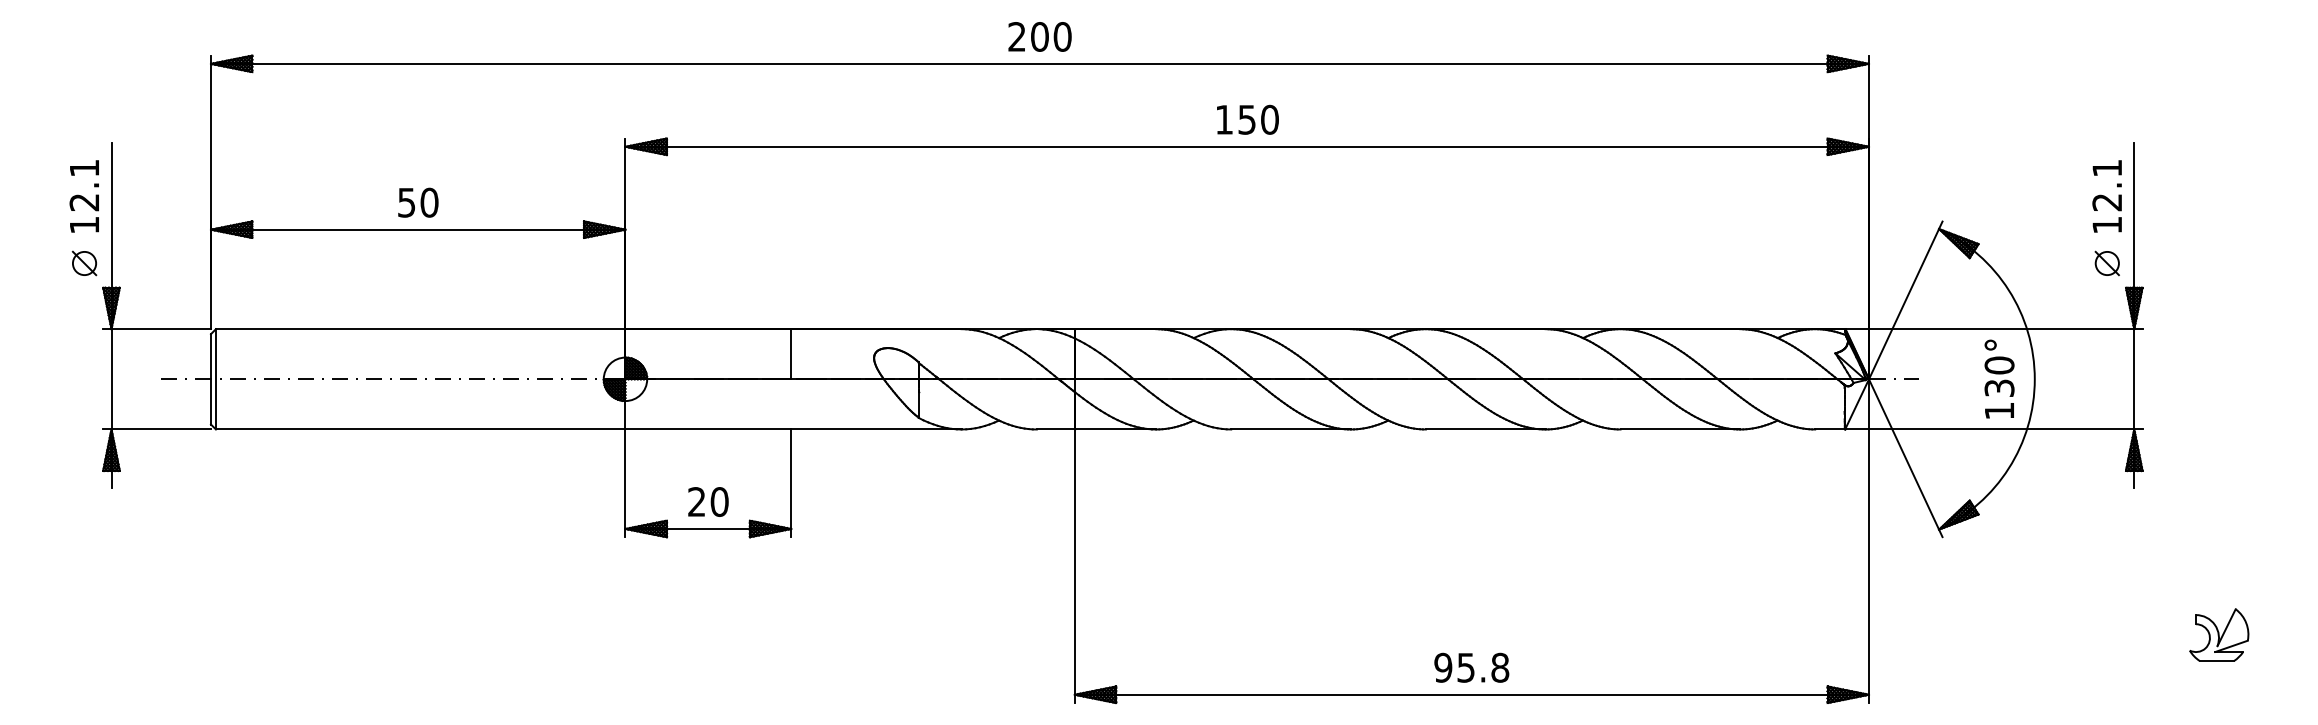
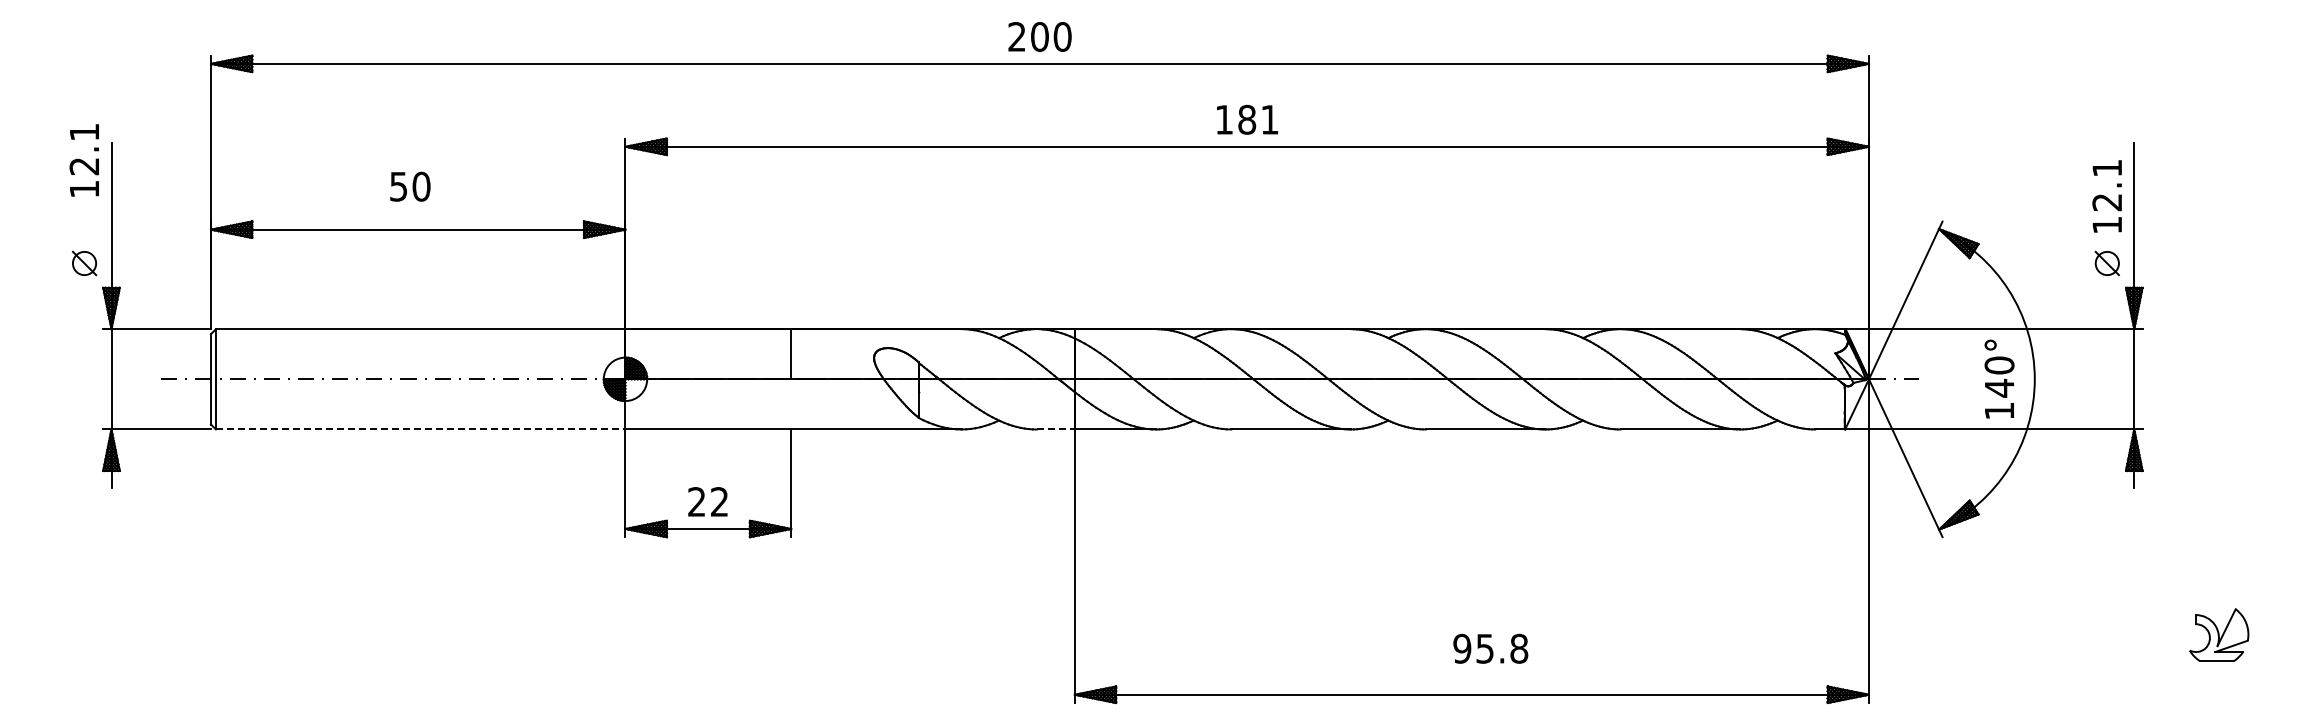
text at (1258, 119): 150 -> 181
text at (83, 196) position: (83, 196) -> (83, 160)
text at (418, 202) position: (418, 202) -> (410, 186)
text at (1999, 387): 130° -> 140°
line at (420, 429): solid -> dashed
line at (1056, 429): solid -> dashed
text at (719, 501): 20 -> 22
text at (1471, 667) position: (1471, 667) -> (1490, 648)
